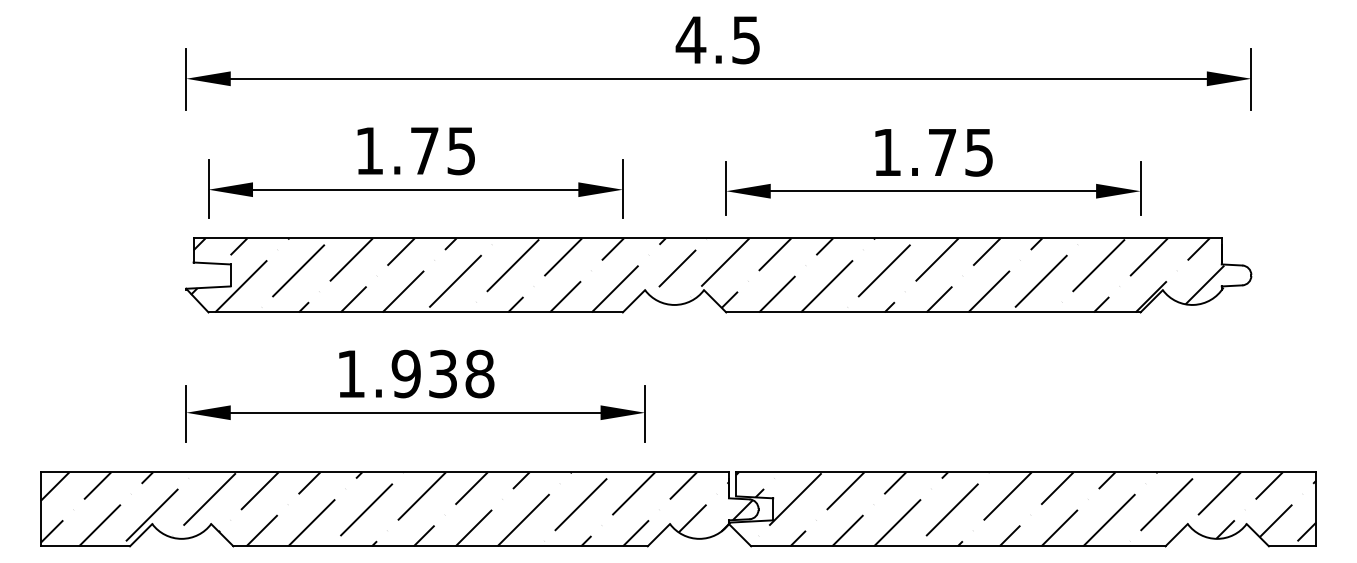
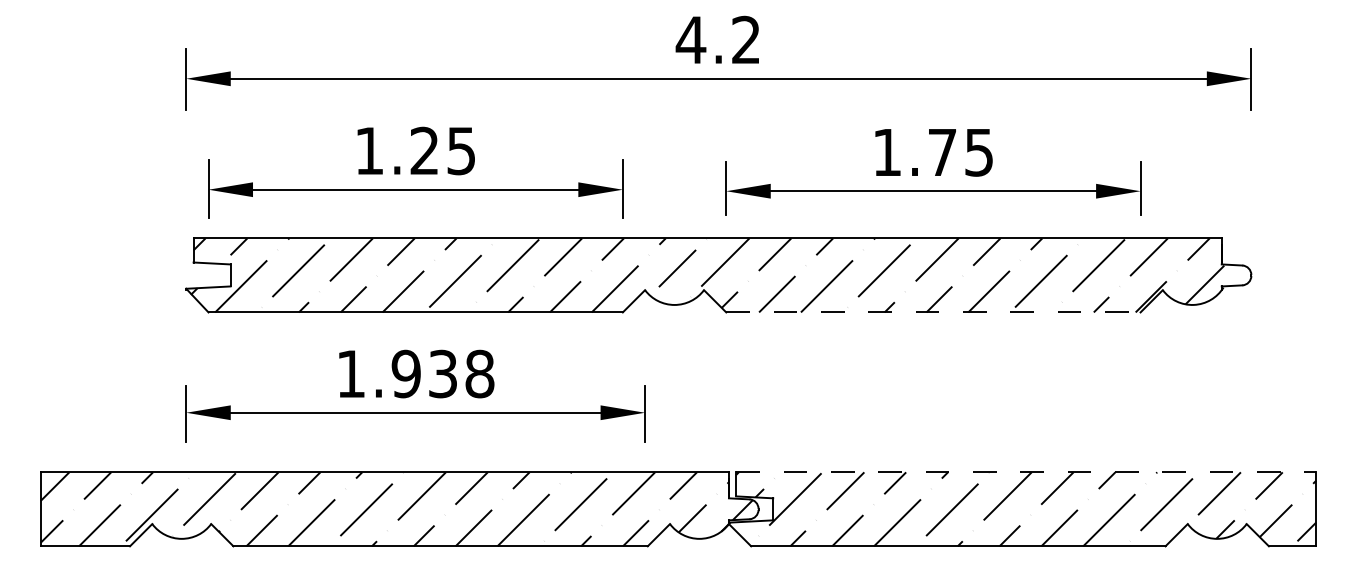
text at (745, 39): 4.5 -> 4.2
text at (424, 150): 1.75 -> 1.25
line at (933, 312): solid -> dashed
line at (1026, 472): solid -> dashed
